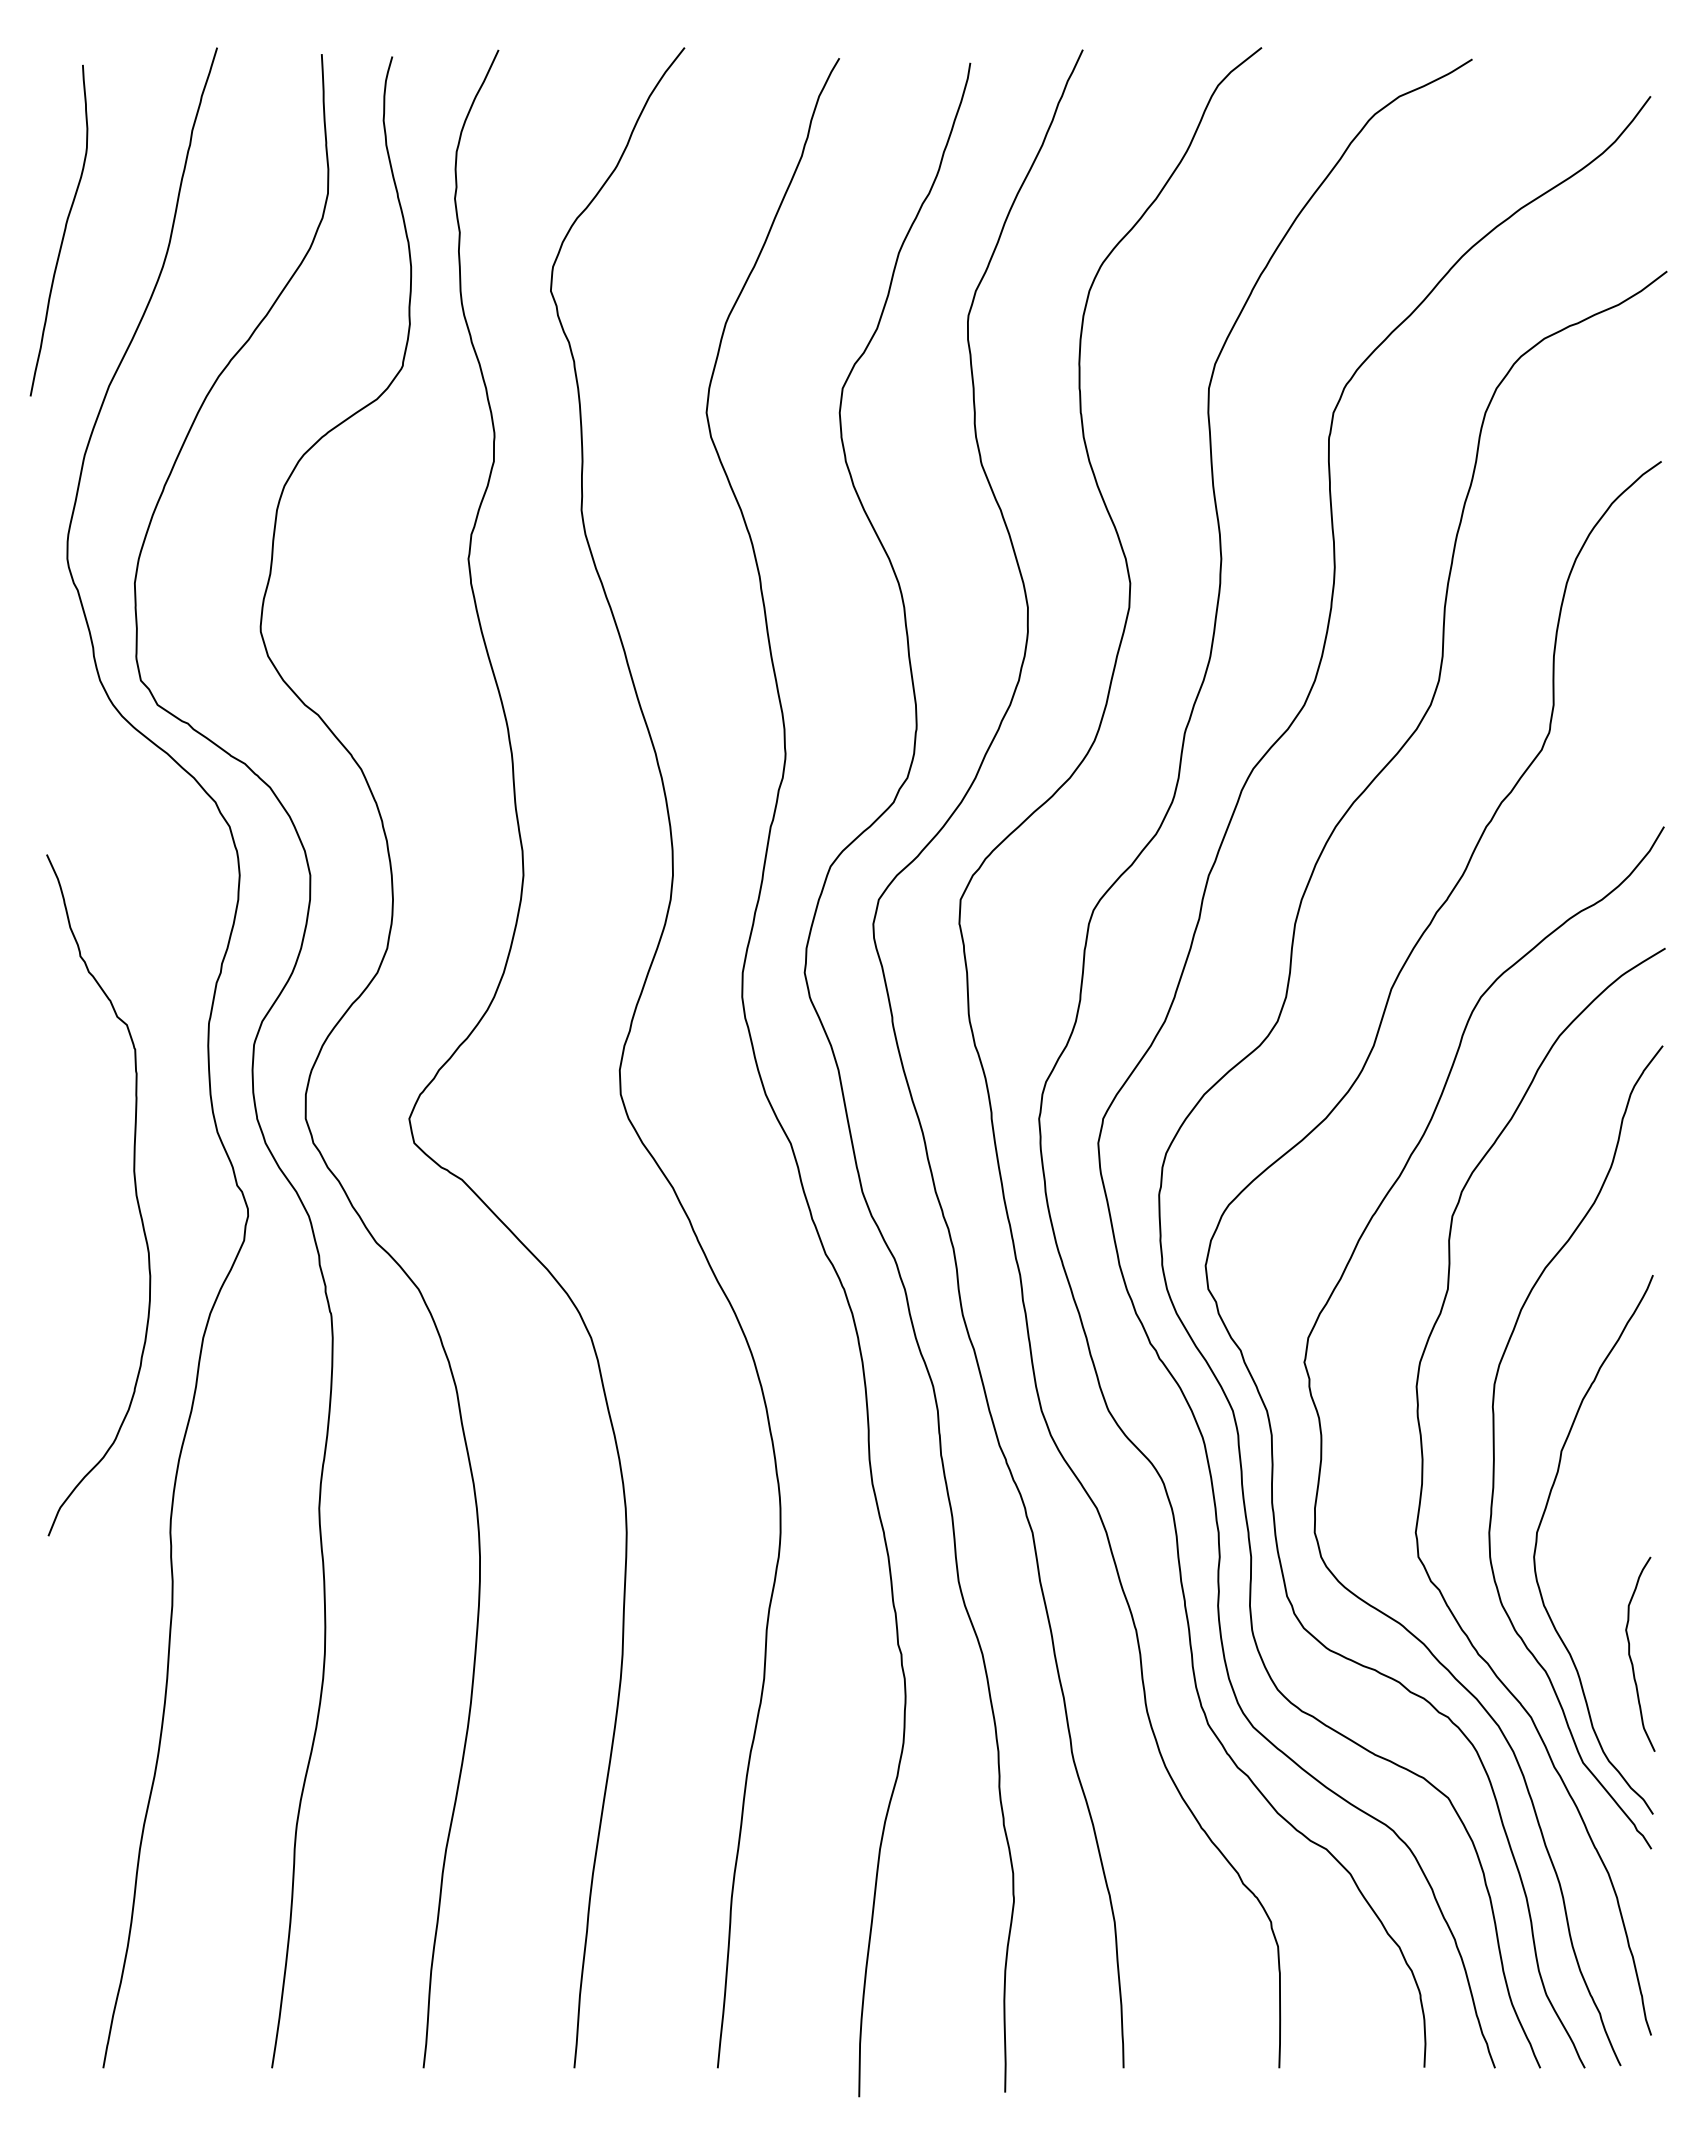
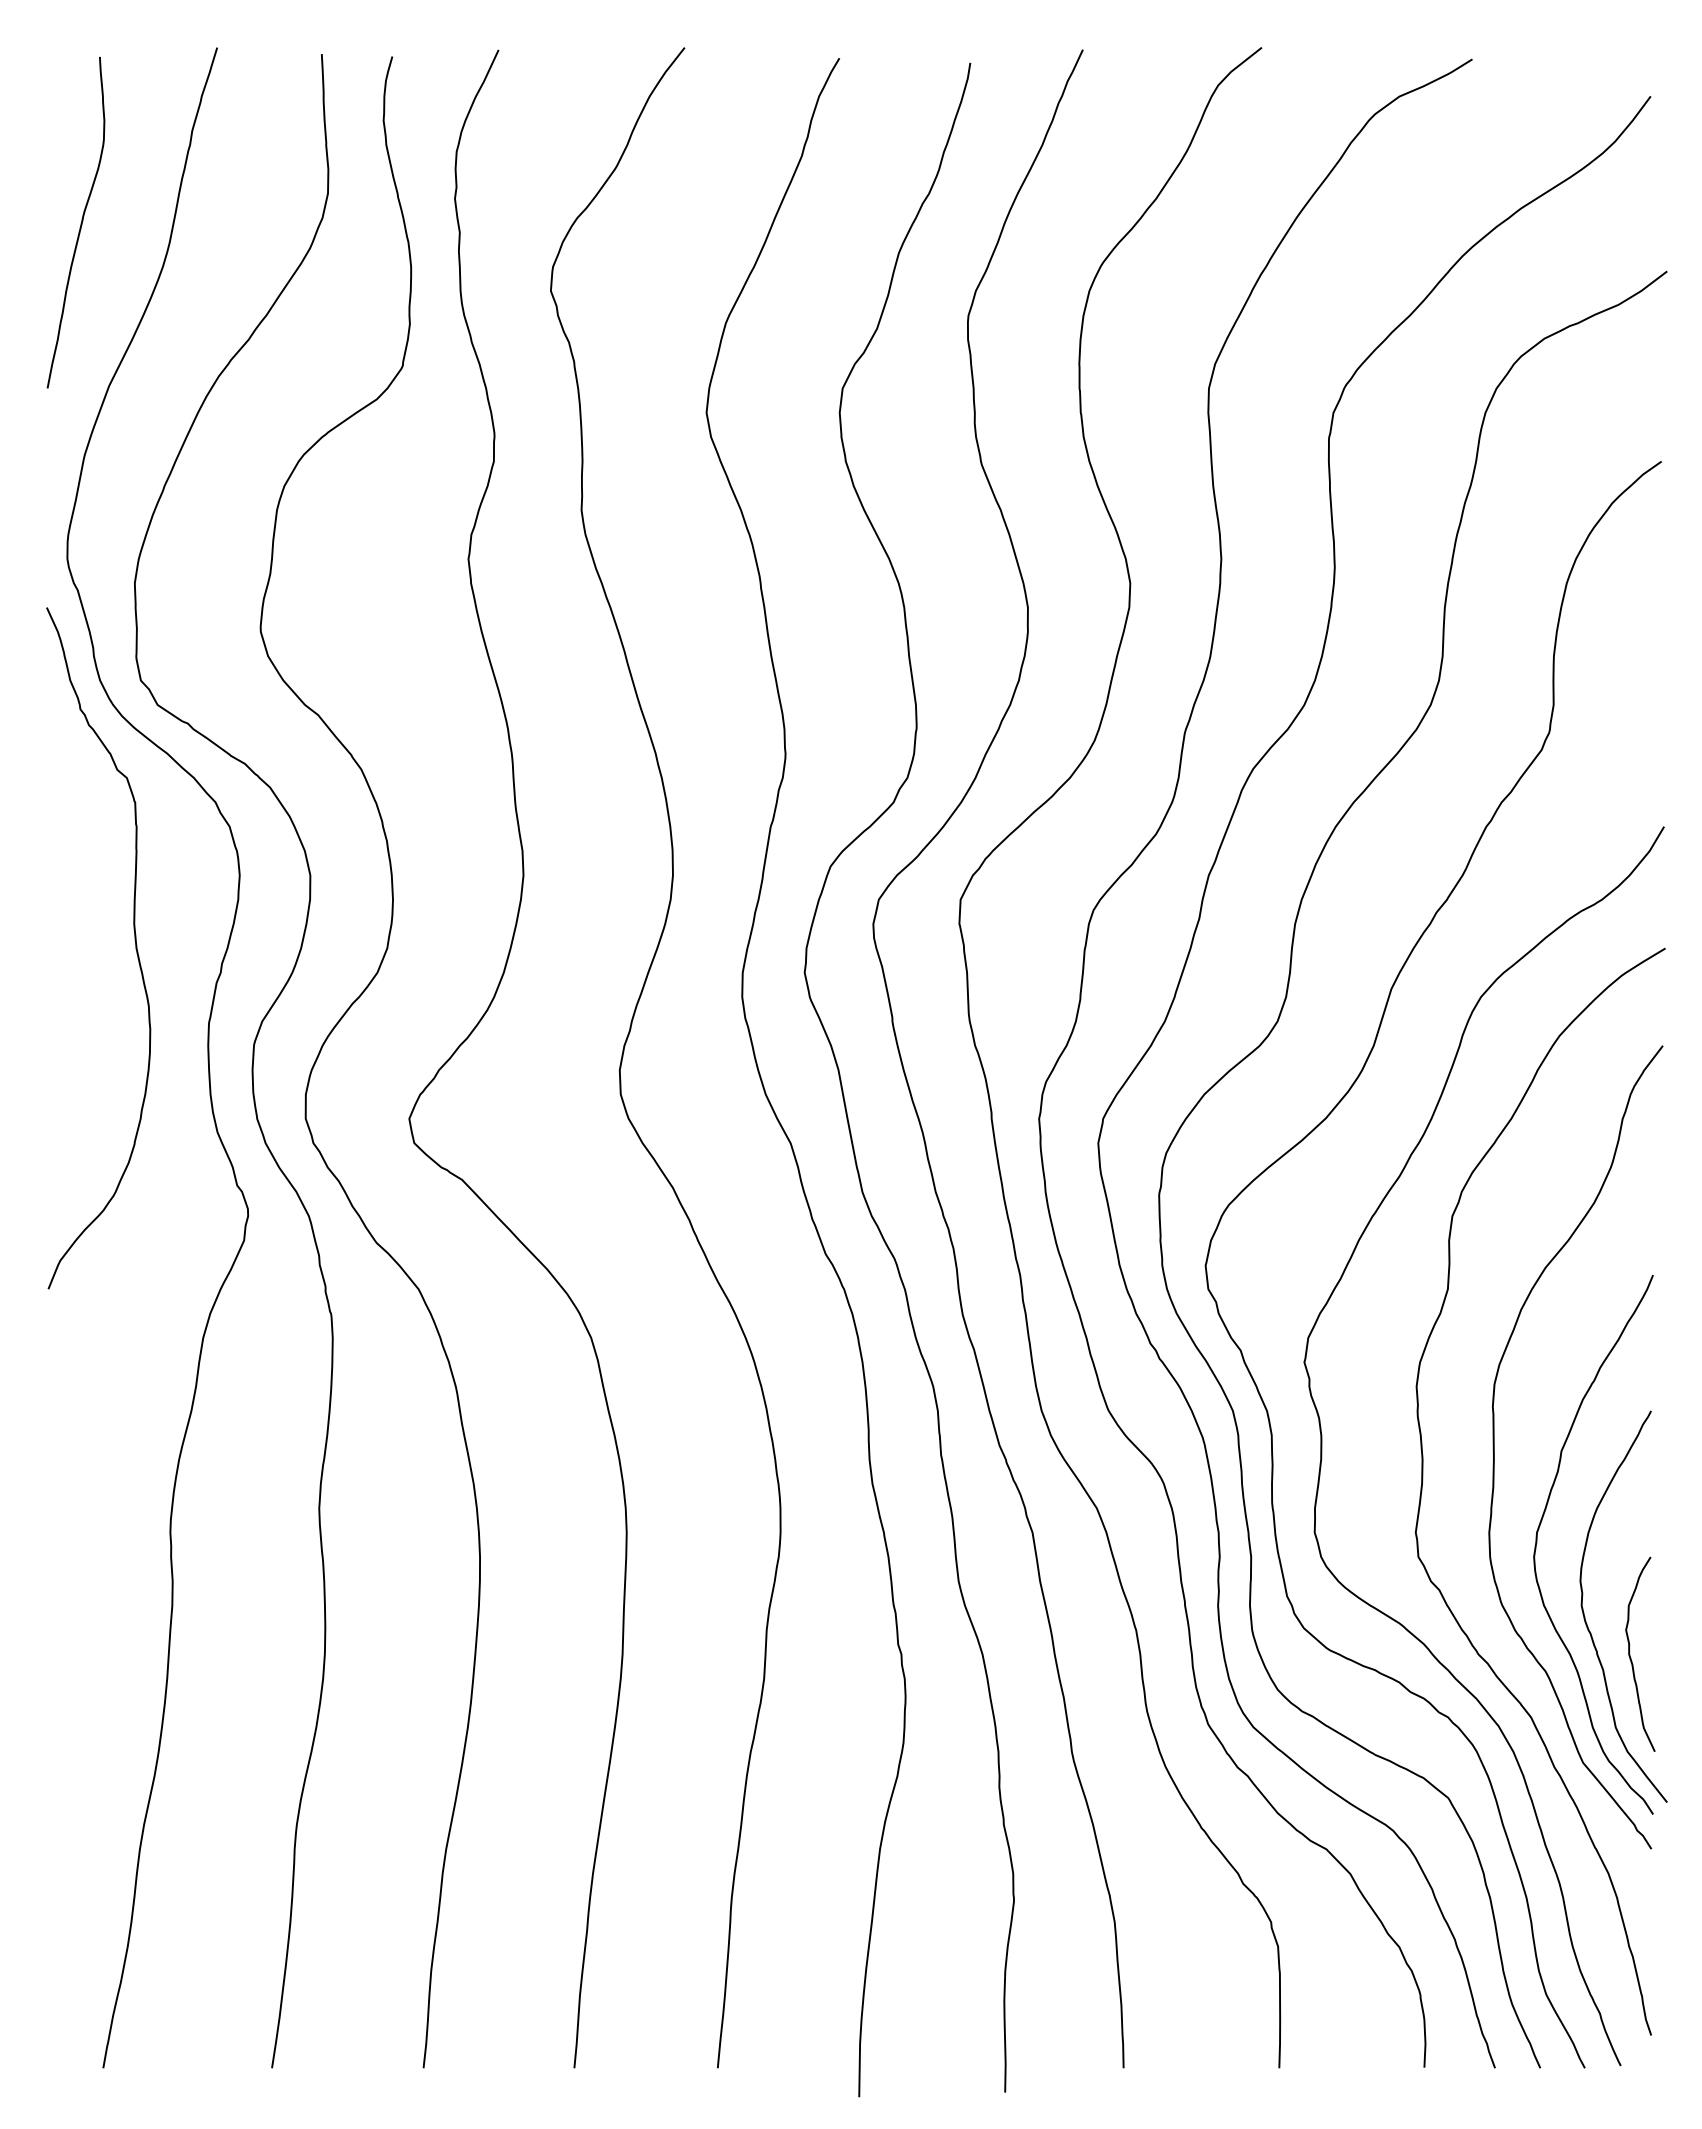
curve at (63, 231) position: (63, 231) -> (80, 223)
curve at (134, 1187) position: (134, 1187) -> (134, 940)
curve at (1585, 1616): none -> present
